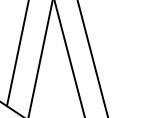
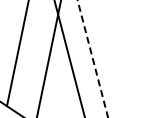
line at (40, 58) position: (40, 58) -> (48, 58)
line at (92, 58): solid -> dashed
